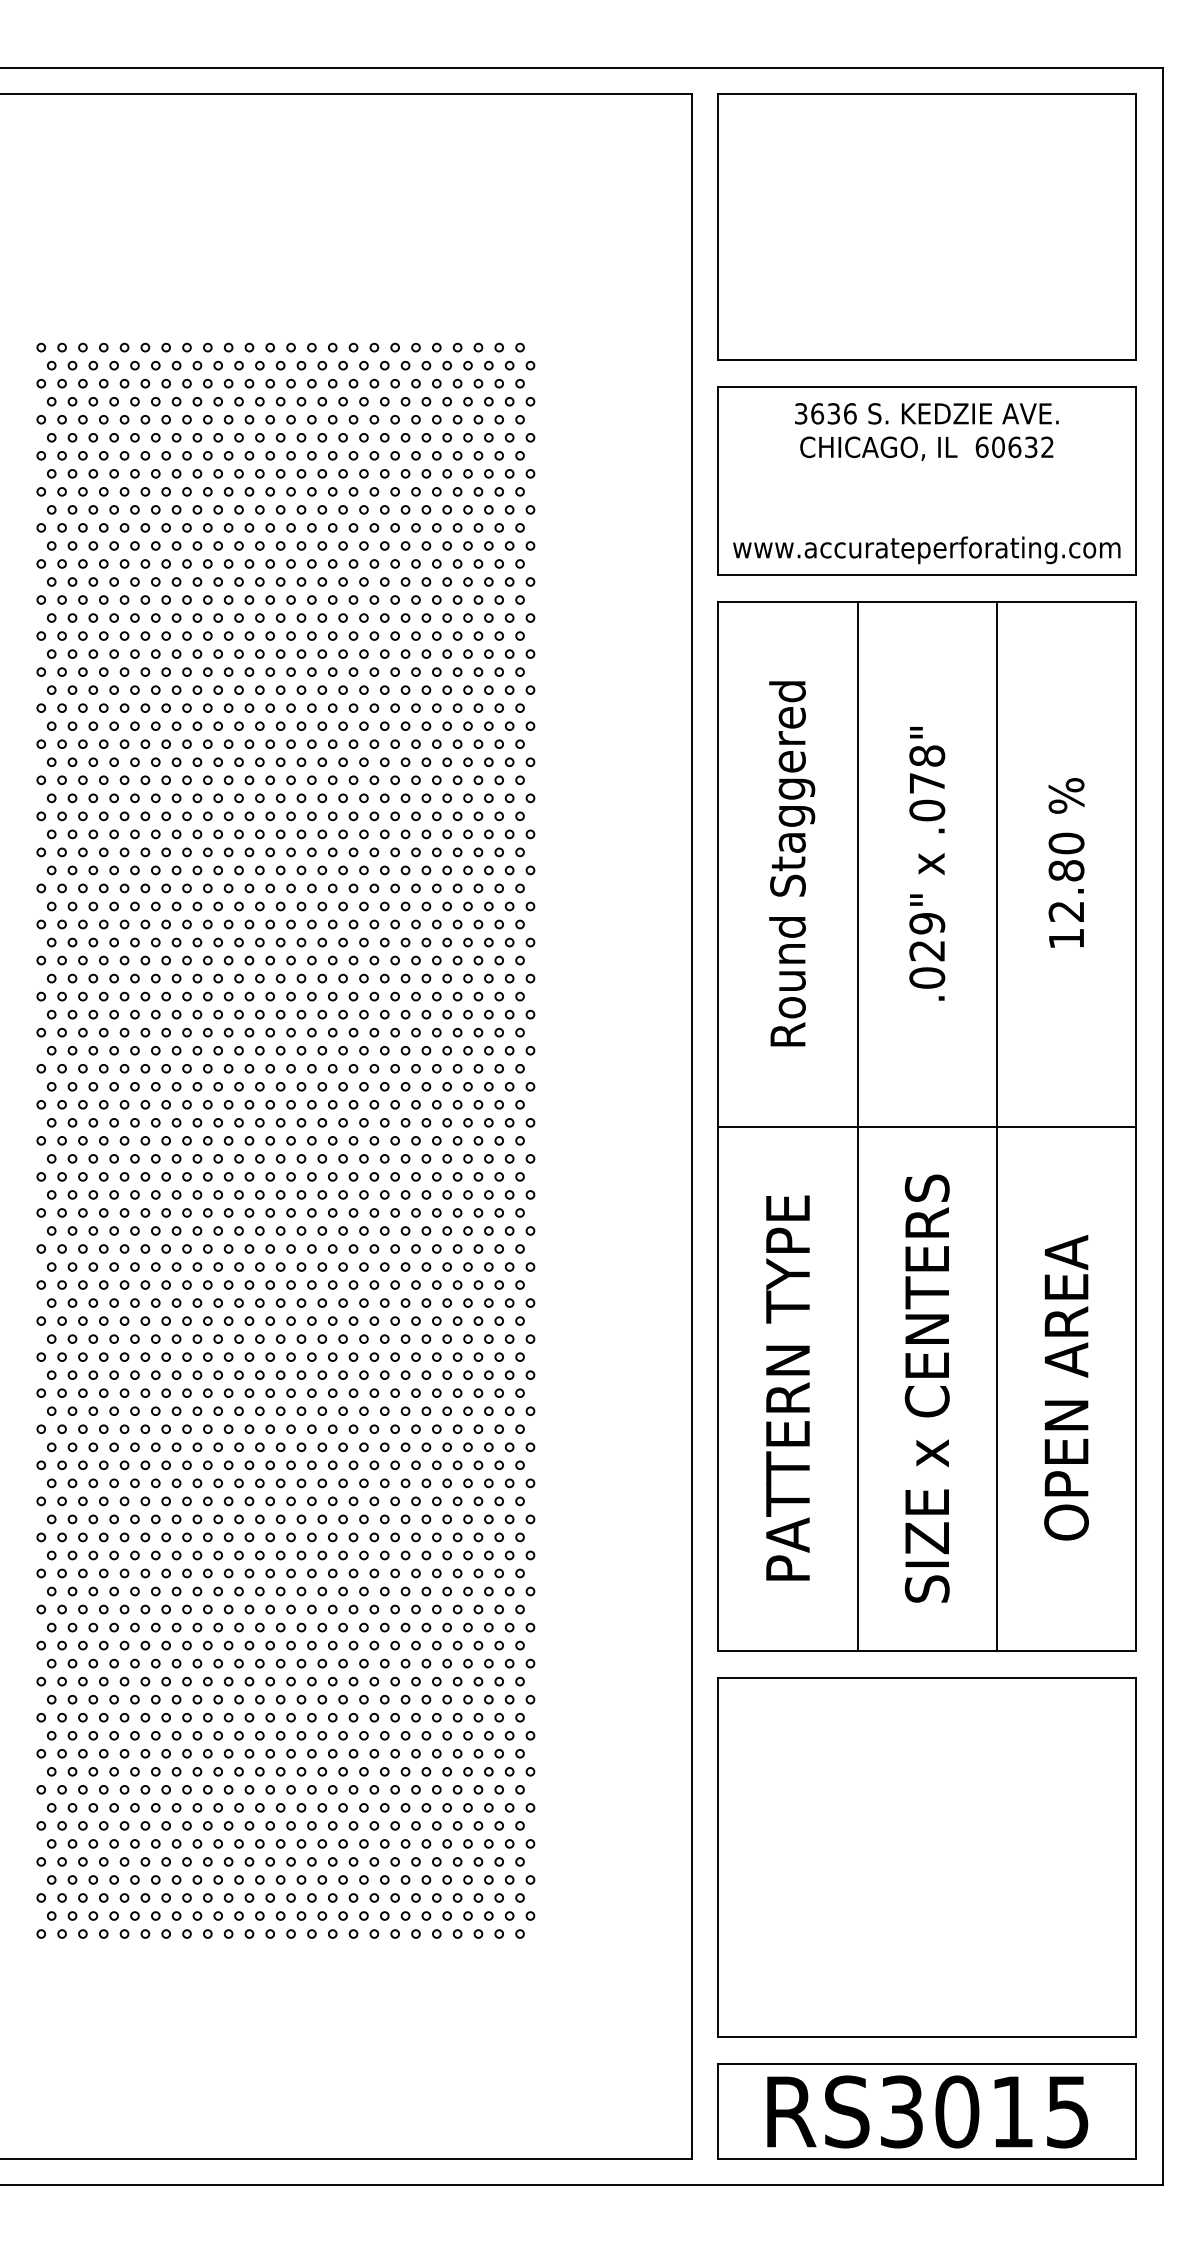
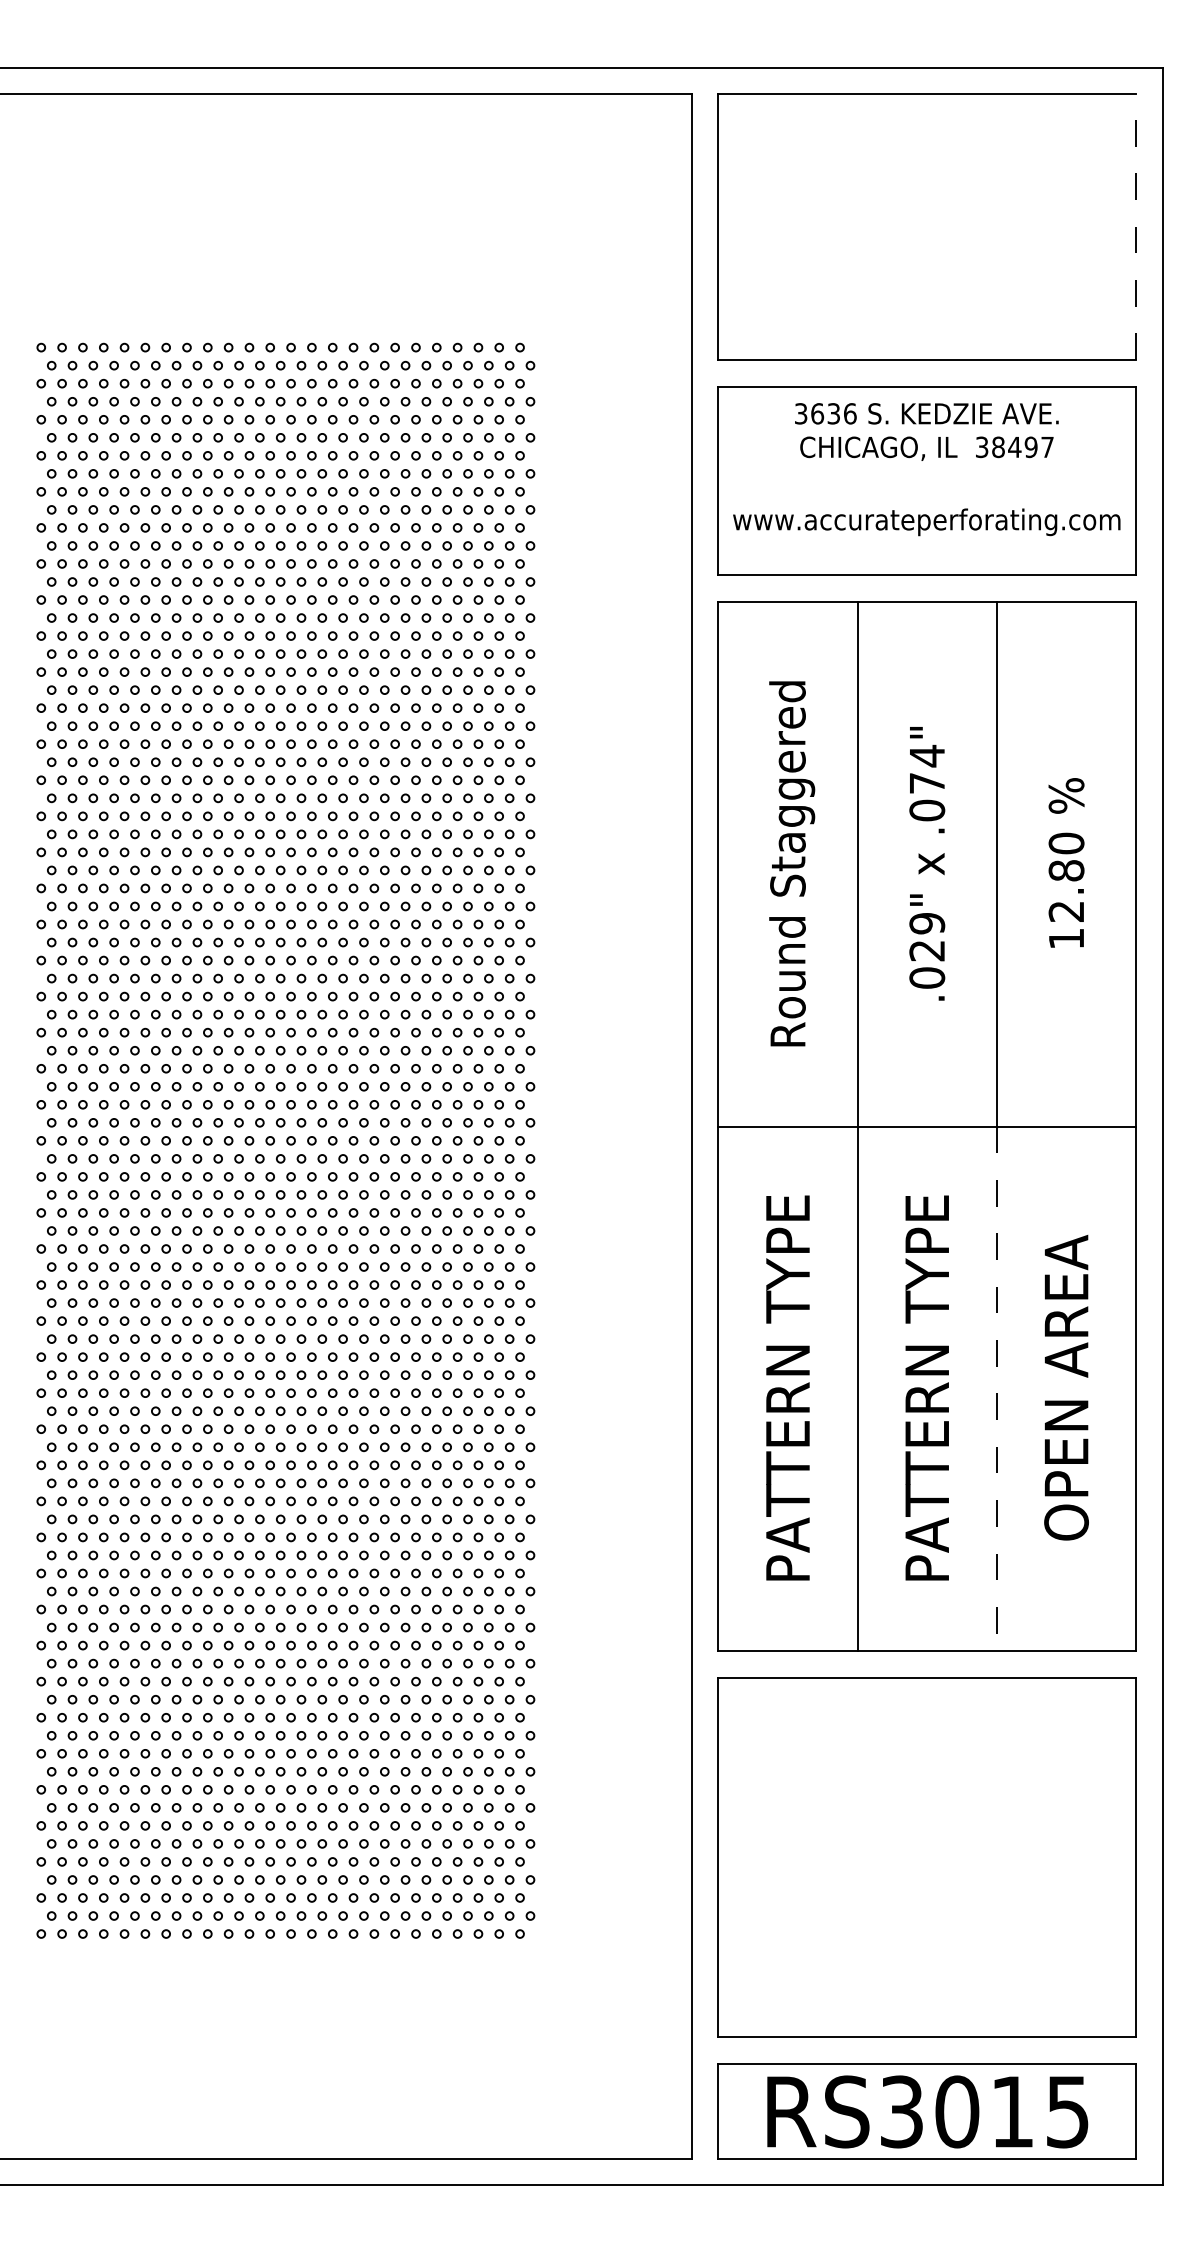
line at (1136, 227): solid -> dashed
text at (1014, 447): 60632 -> 38497
text at (926, 550) position: (926, 550) -> (926, 522)
text at (927, 755): .078" -> .074"
text at (926, 1388): SIZE x CENTERS -> PATTERN TYPE
line at (996, 1389): solid -> dashed
